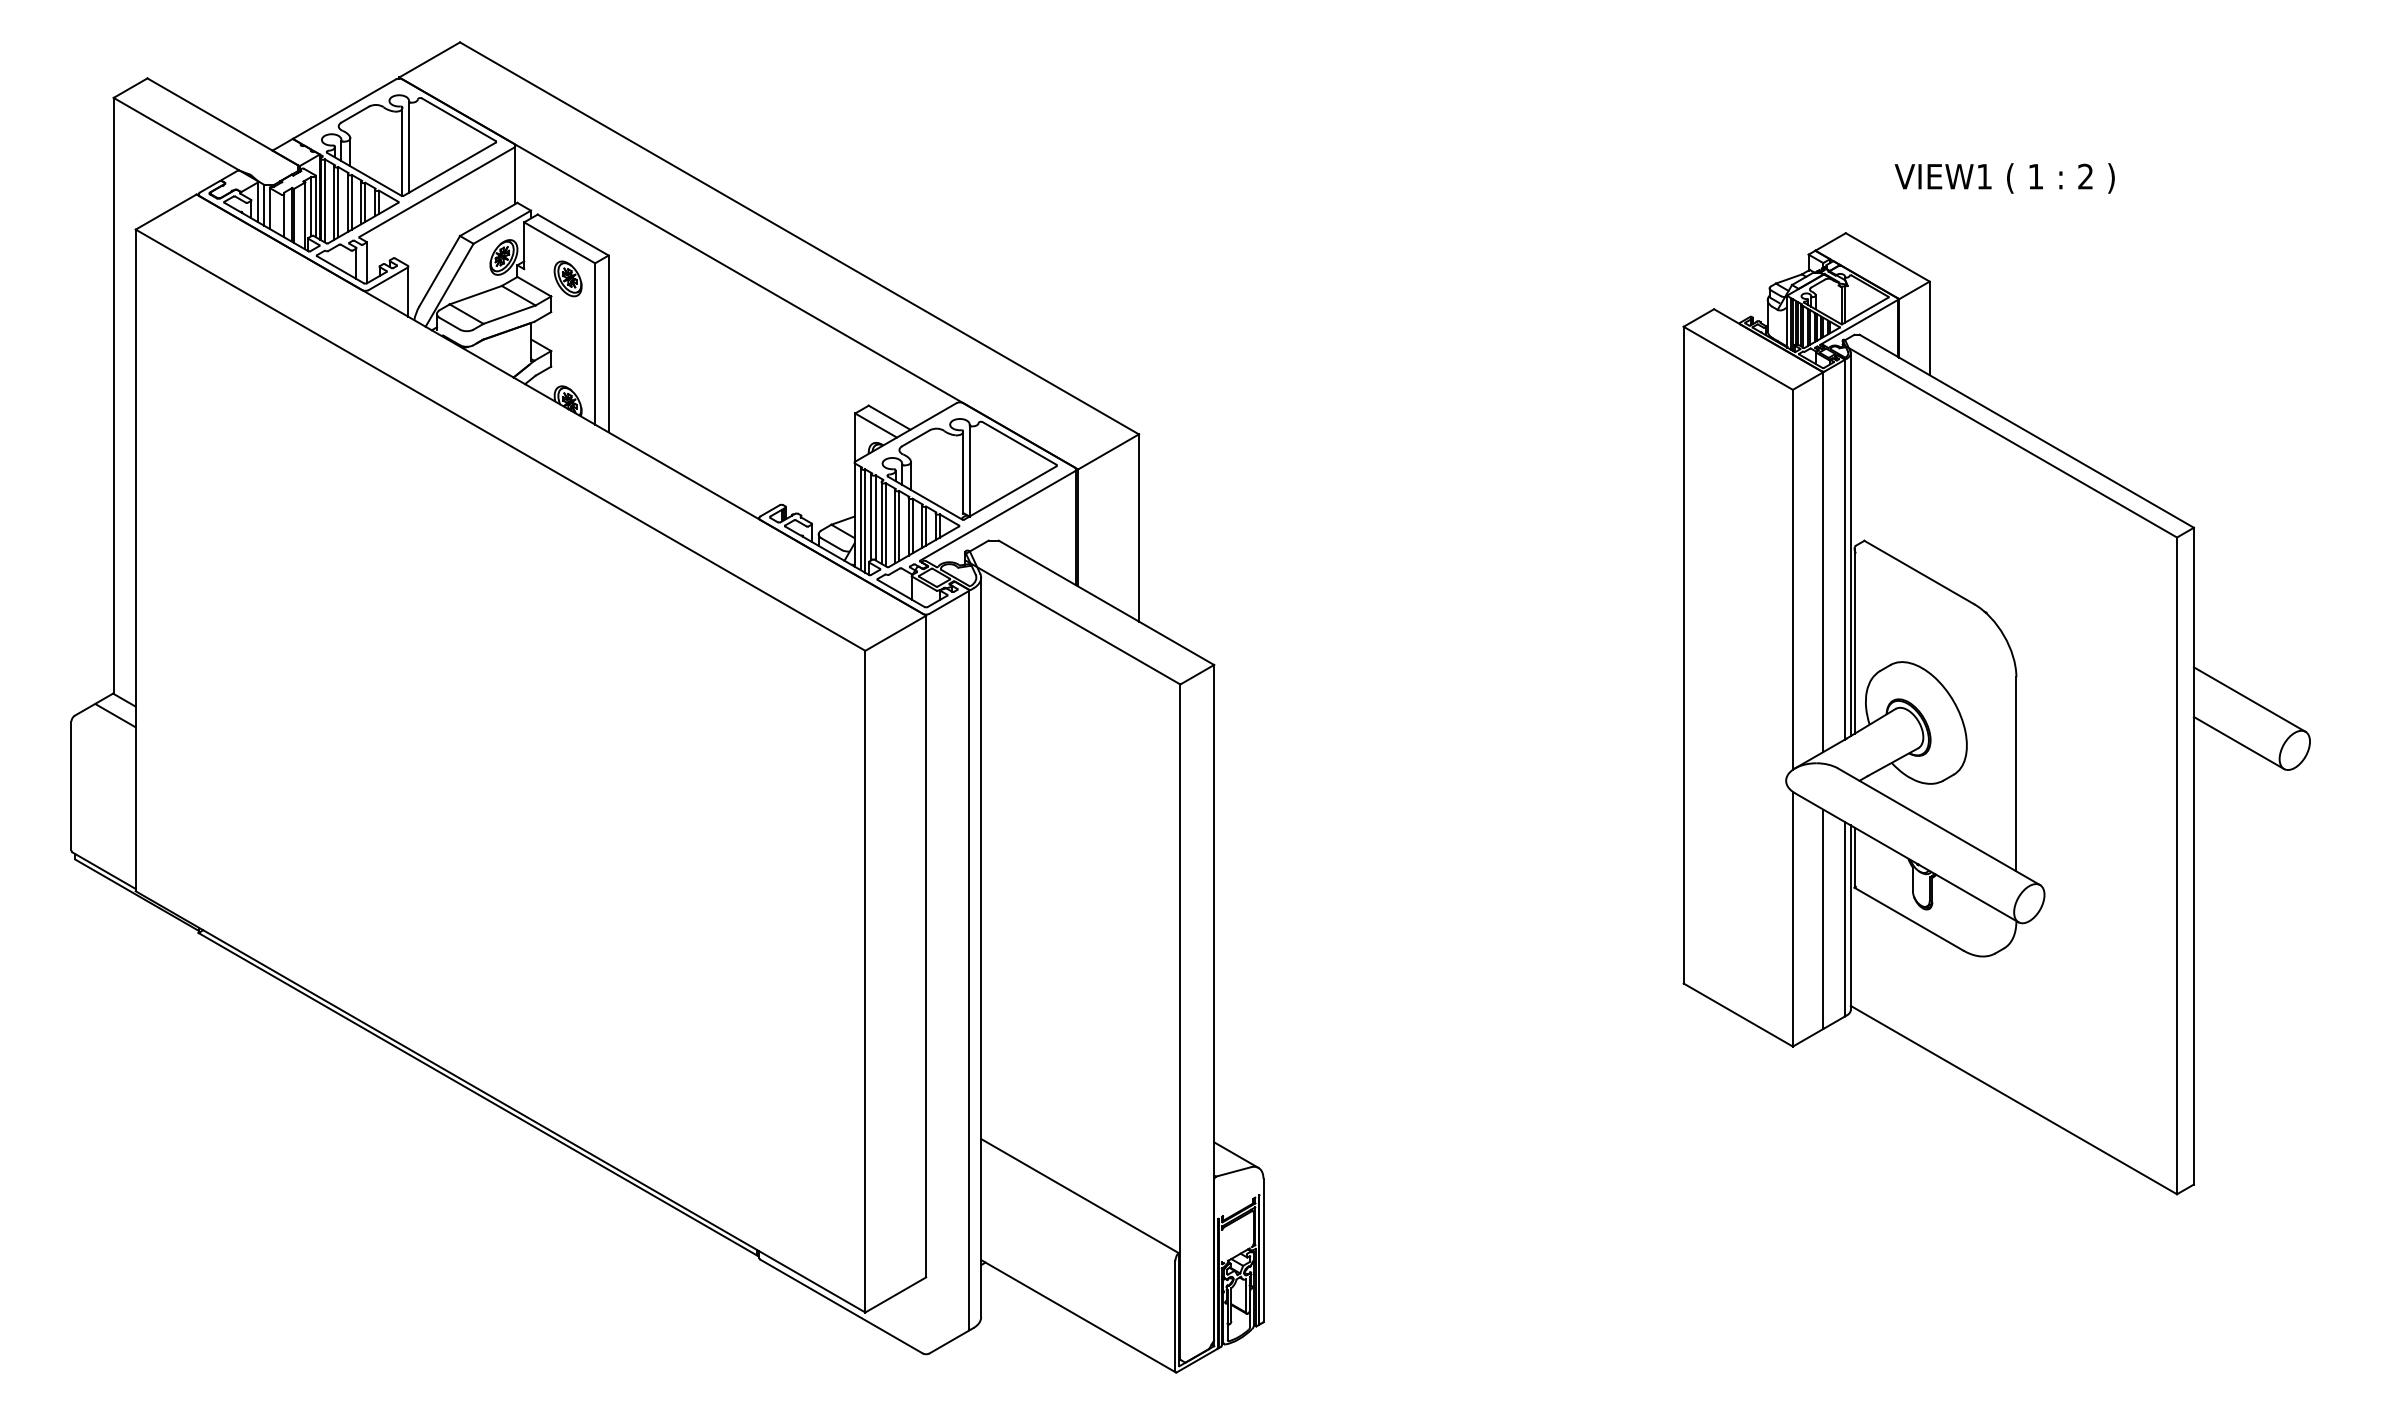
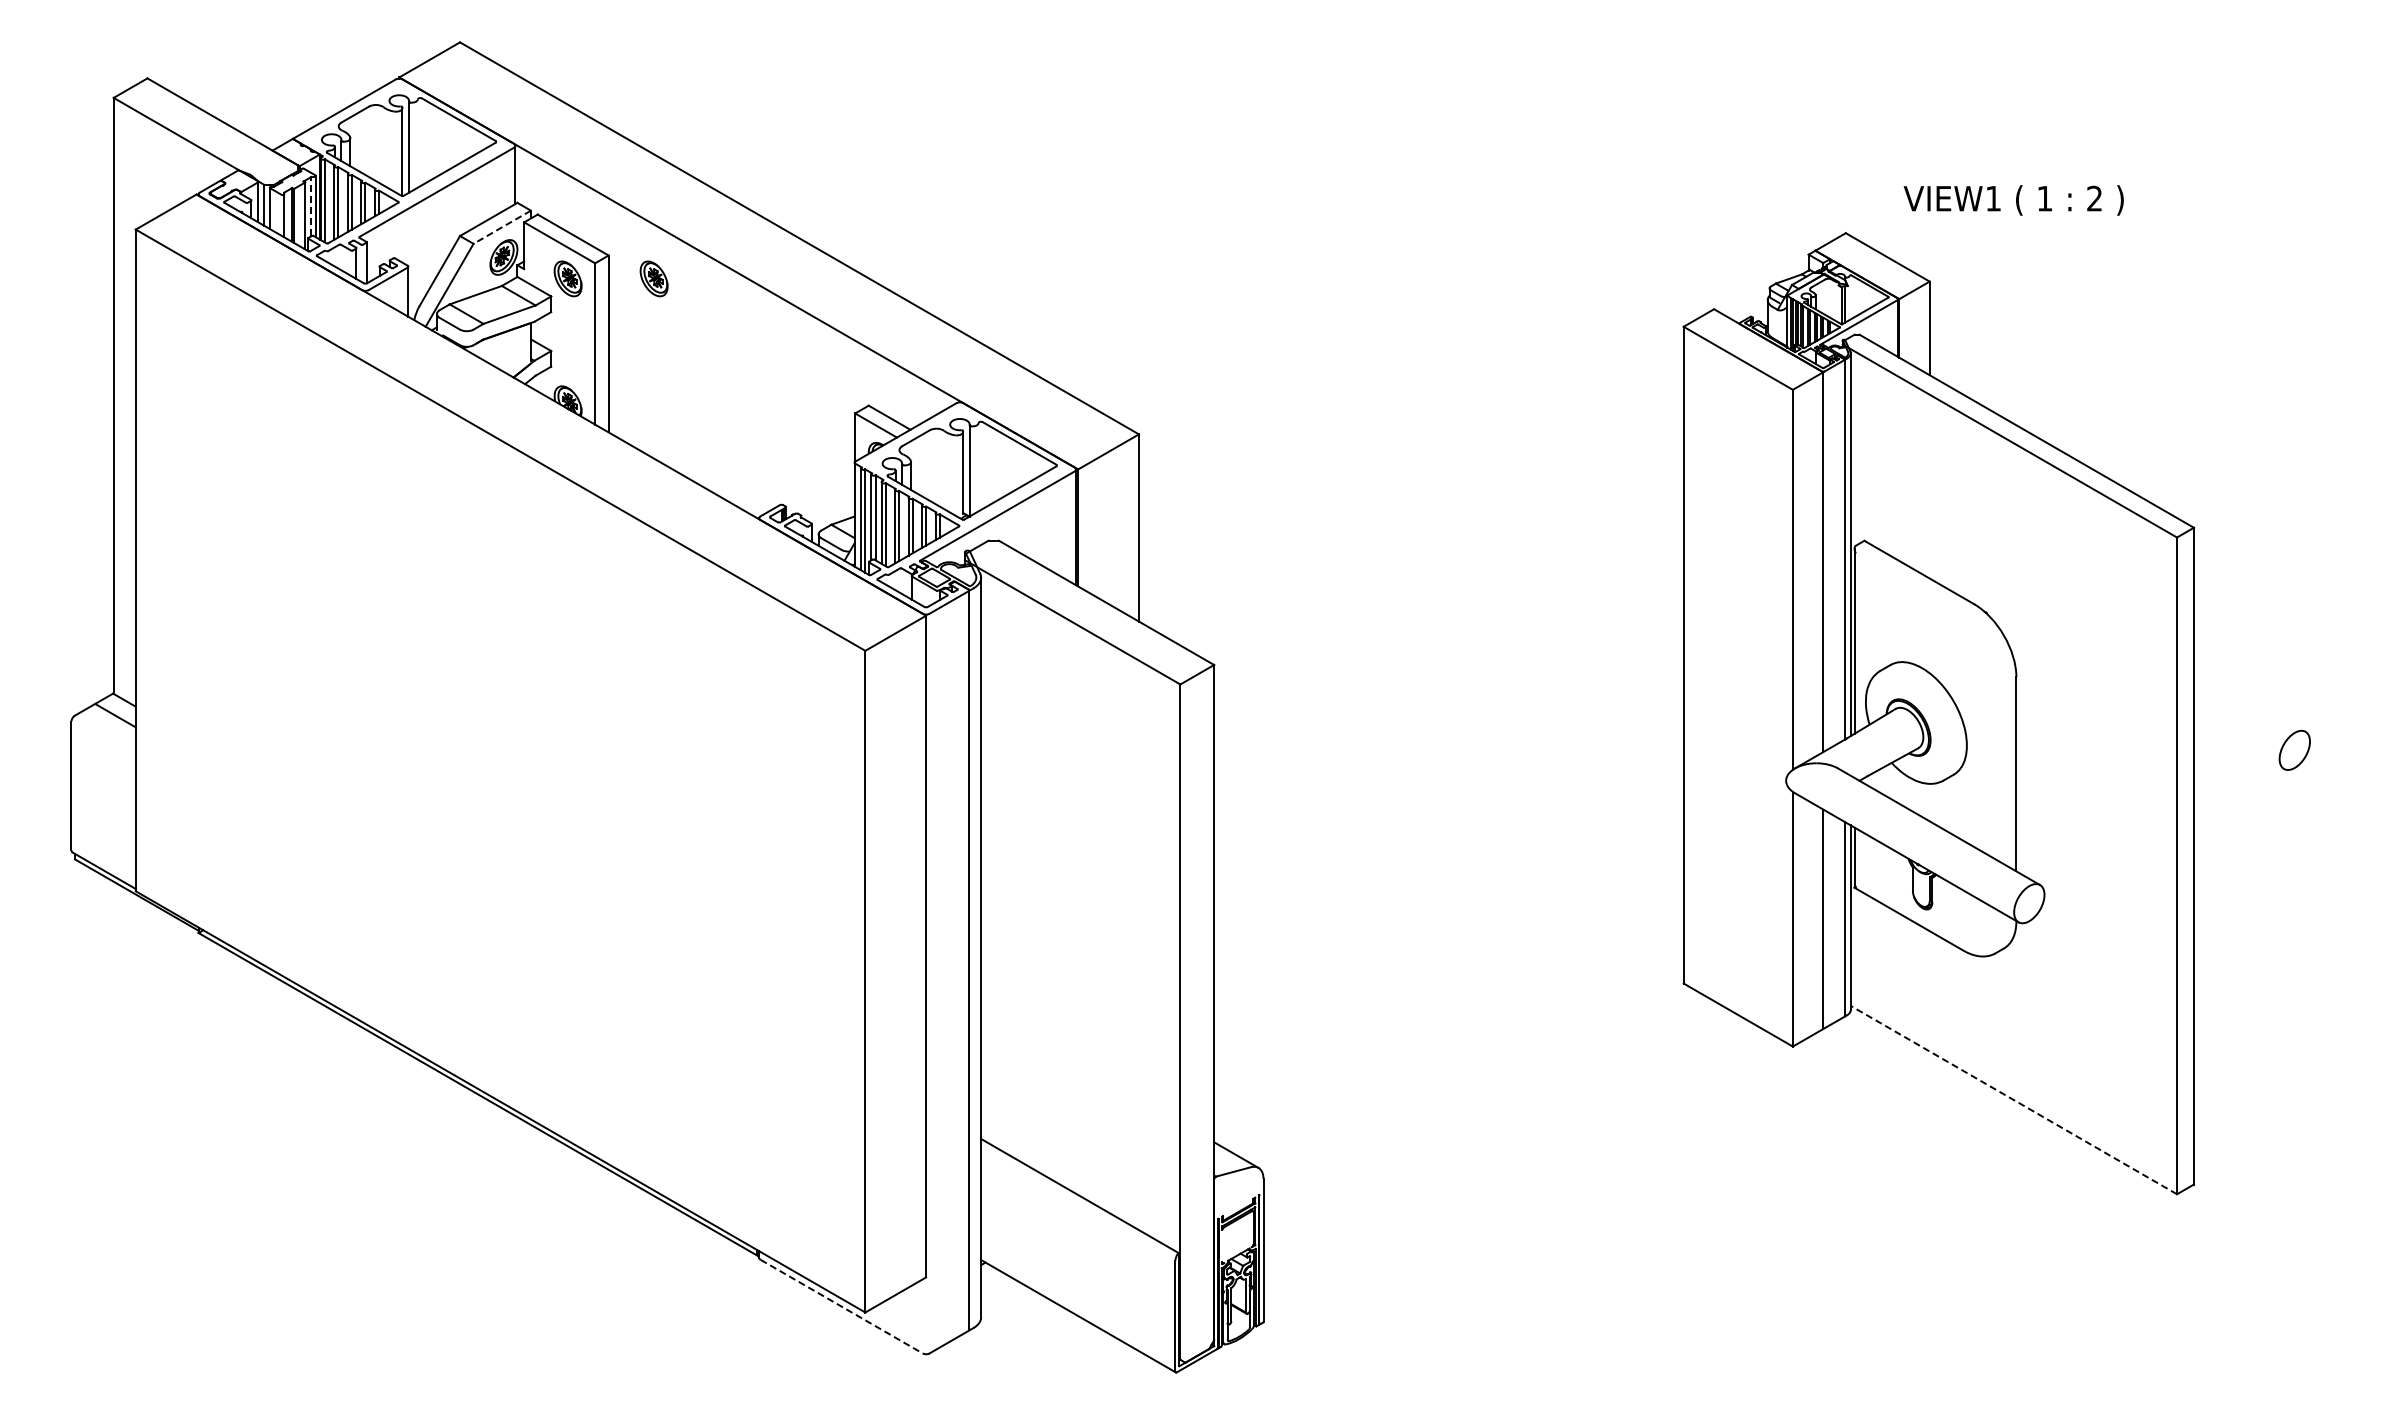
text at (2004, 178) position: (2004, 178) -> (2013, 200)
line at (311, 206): solid -> dashed
line at (501, 227): solid -> dashed
part at (653, 278): none -> present
line at (2249, 699): present -> none
line at (2238, 742): present -> none
line at (2013, 1099): solid -> dashed
line at (841, 1306): solid -> dashed
